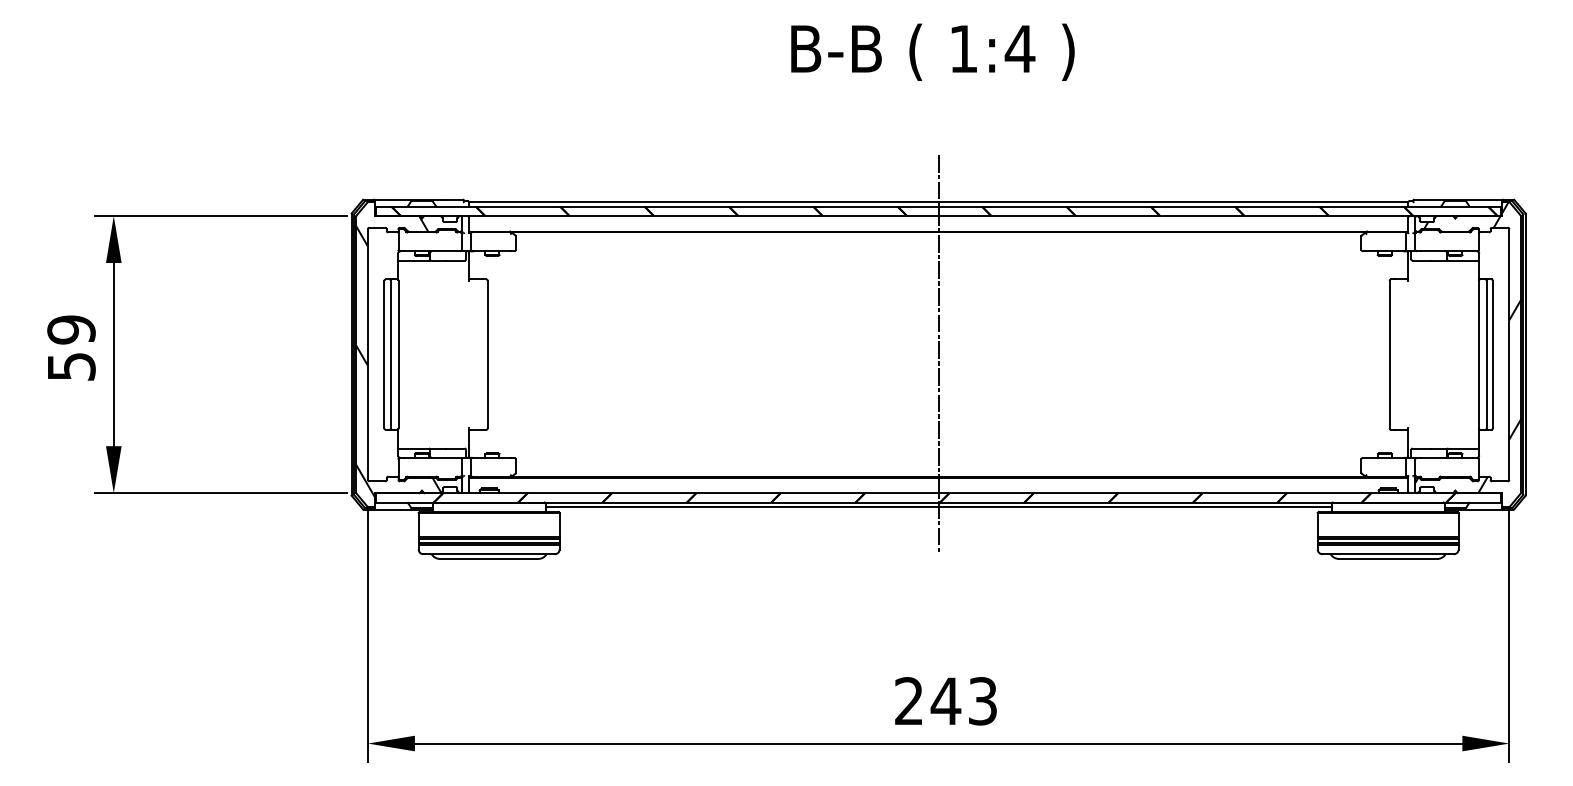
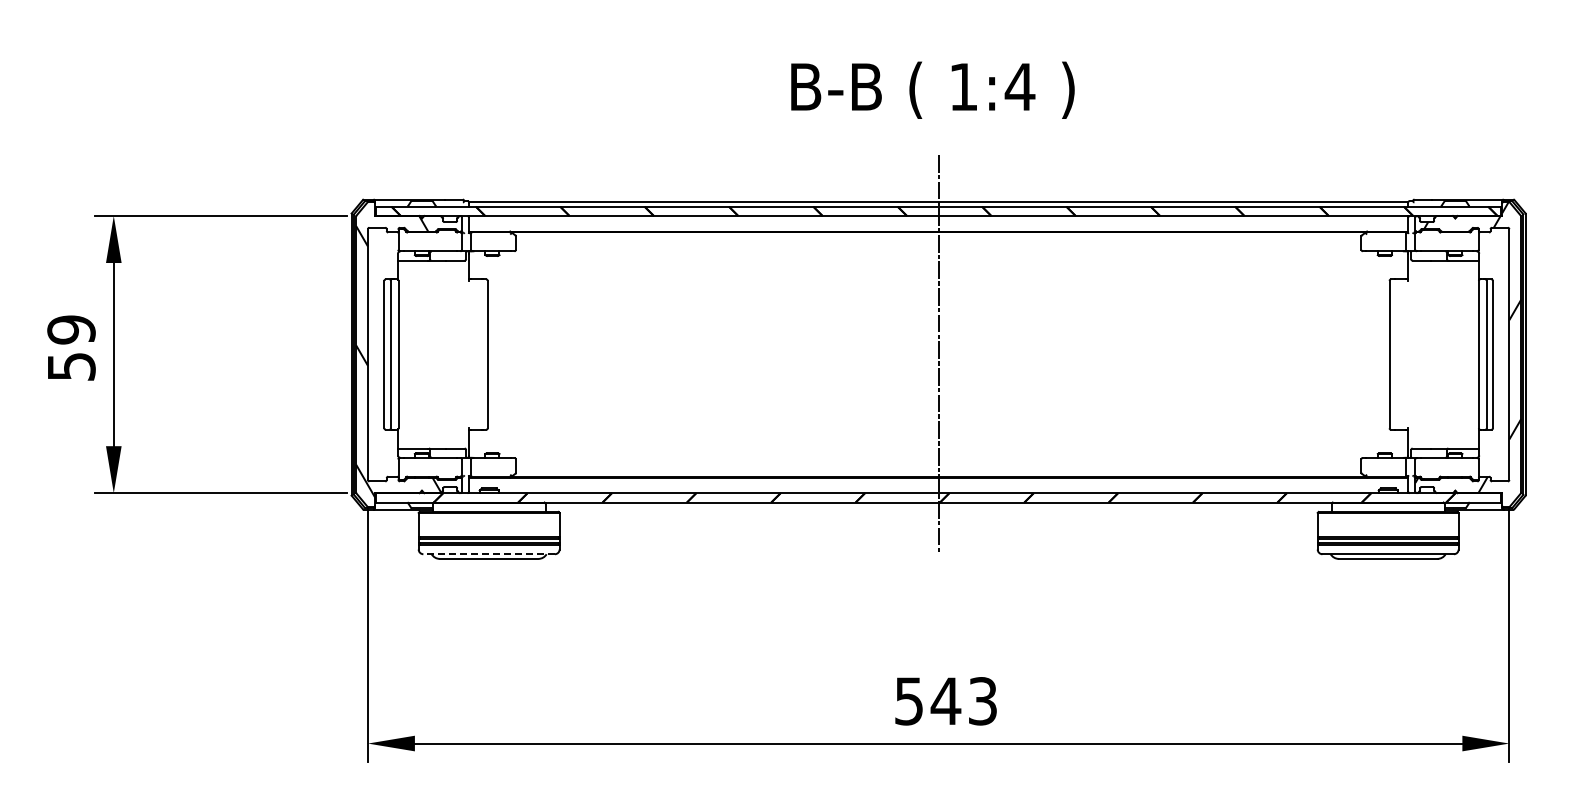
text at (932, 51) position: (932, 51) -> (932, 89)
line at (938, 507): present -> none
line at (489, 554): solid -> dashed
text at (908, 701): 243 -> 543
